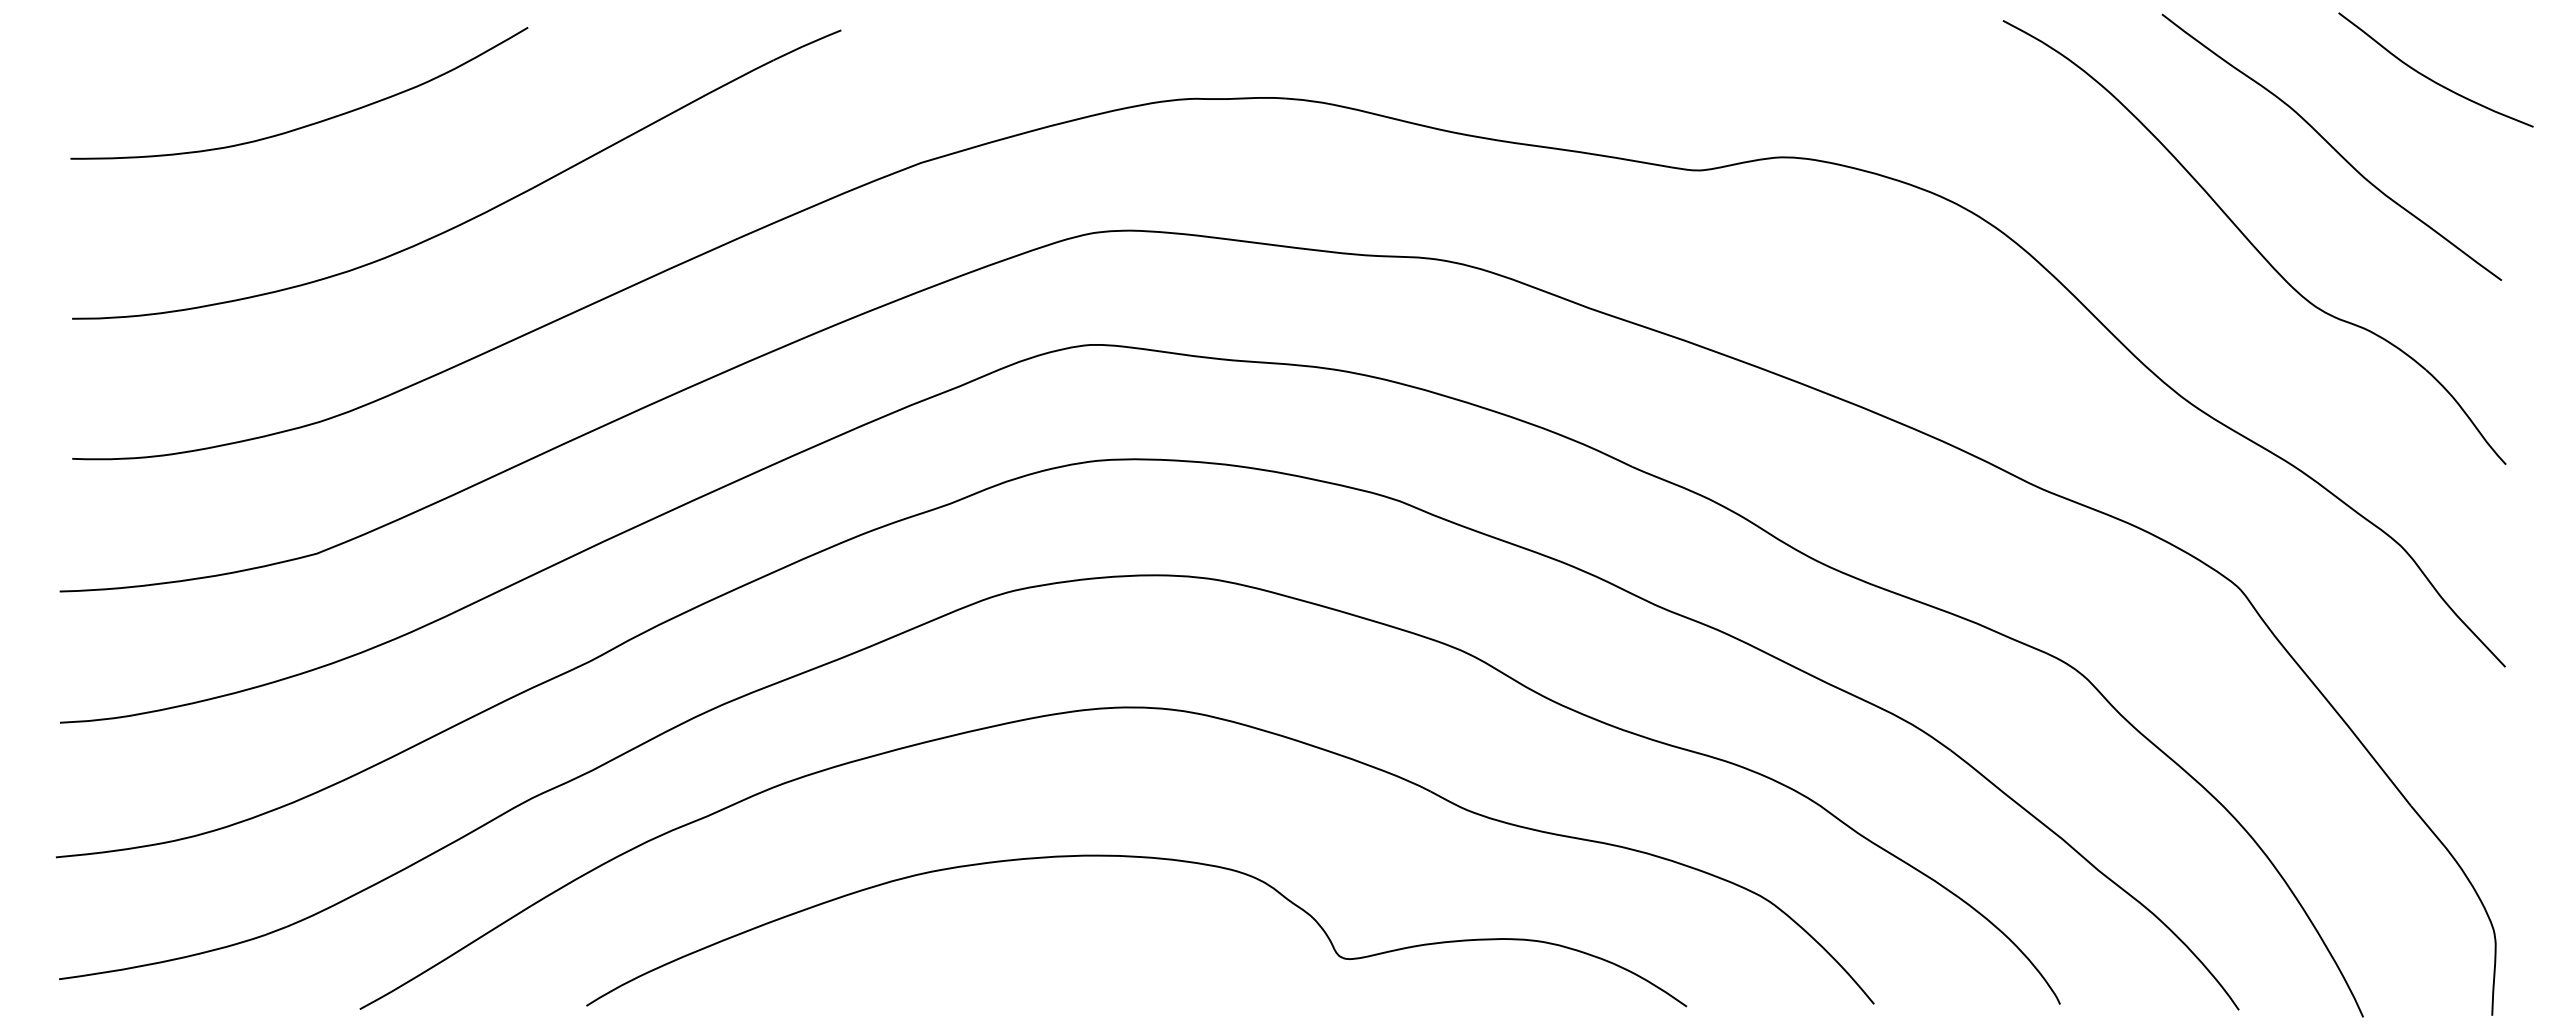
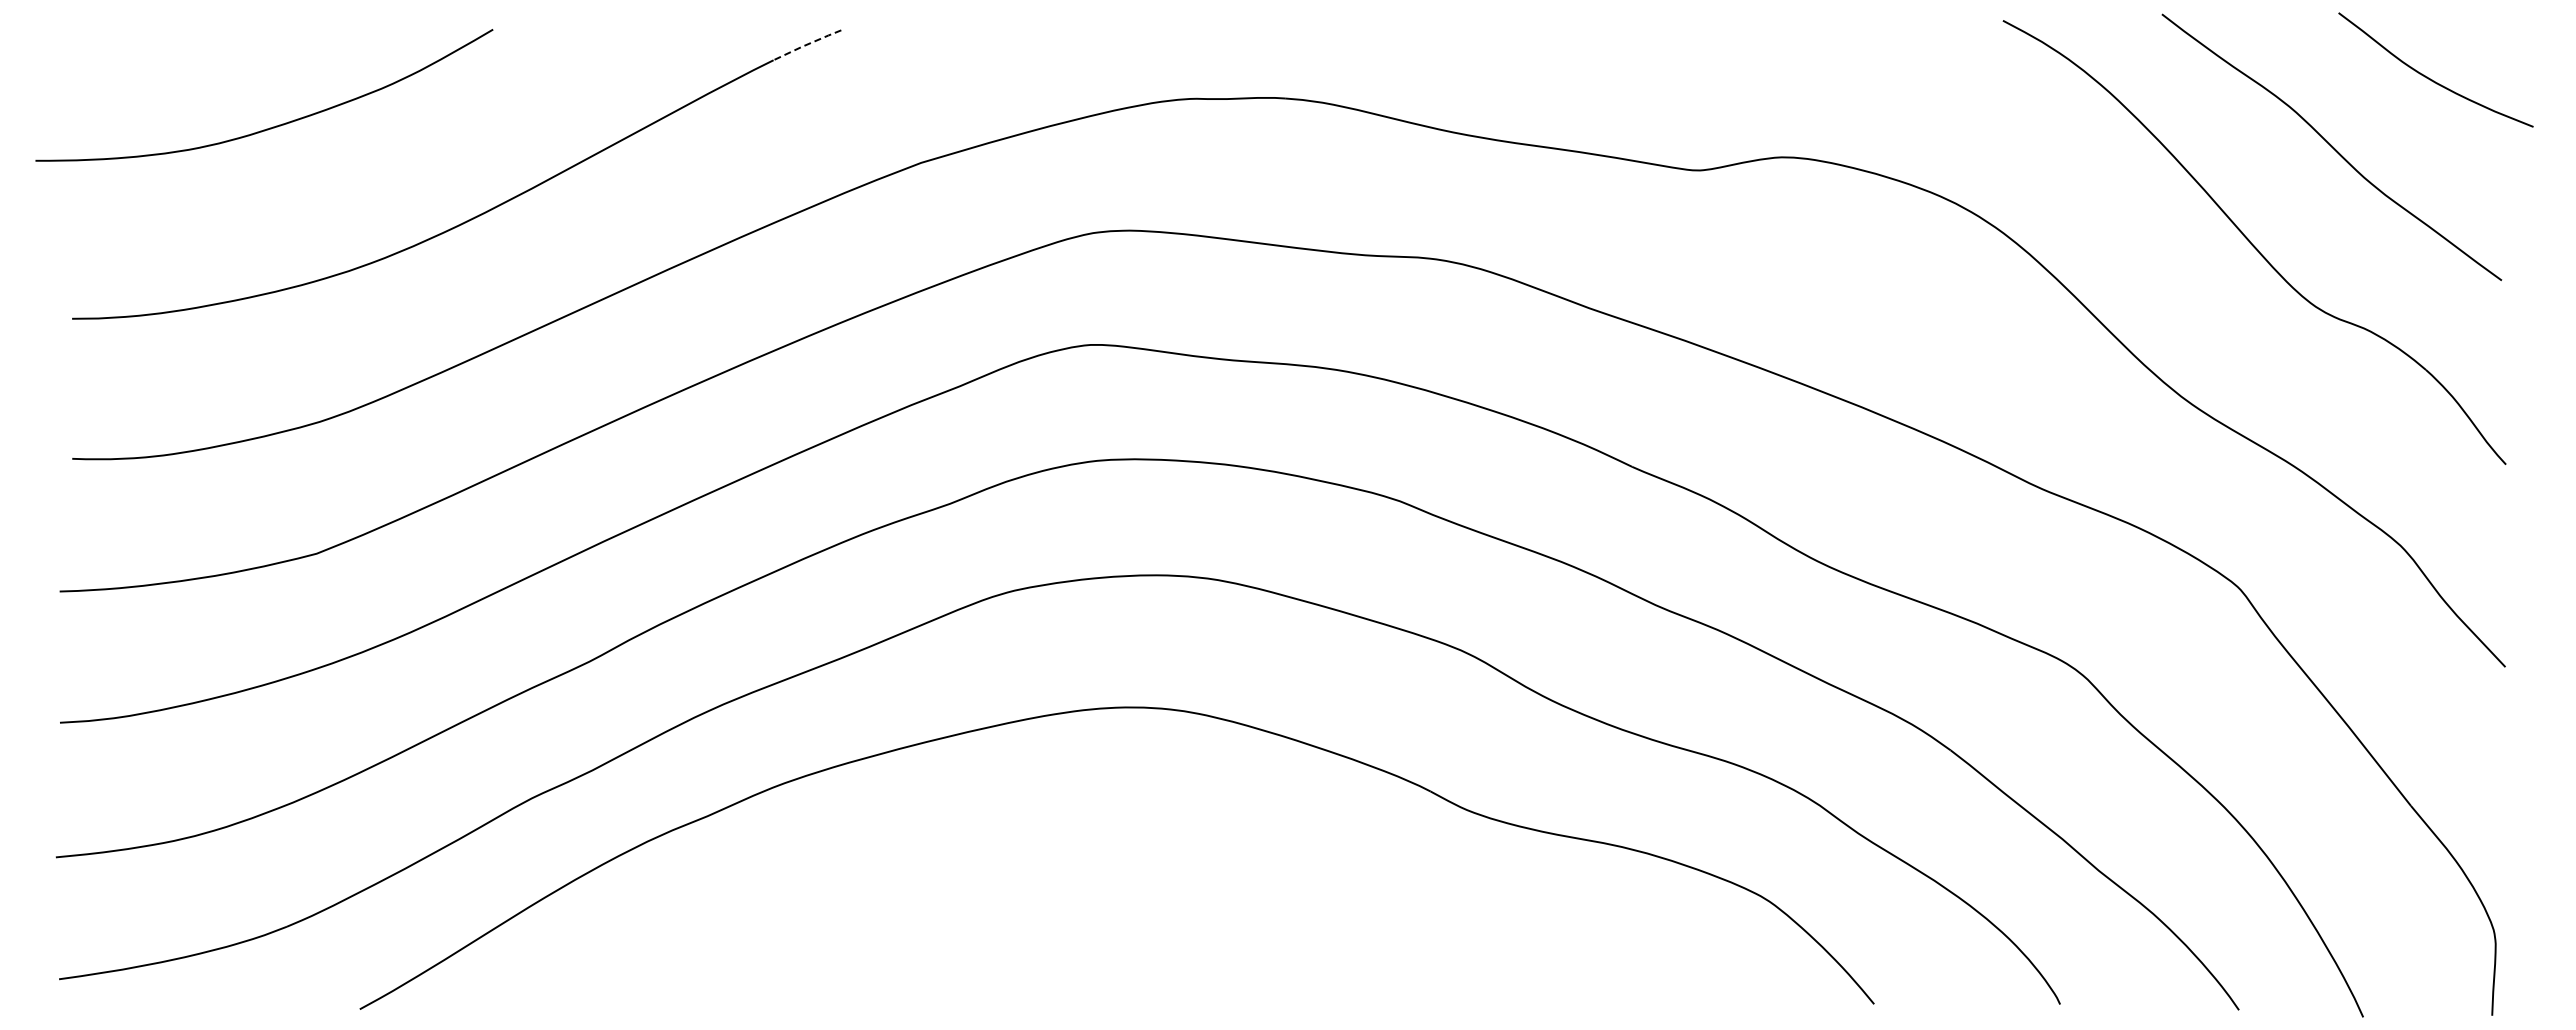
line at (807, 44): solid -> dashed
curve at (308, 124) position: (308, 124) -> (273, 126)
curve at (1142, 858): present -> none
